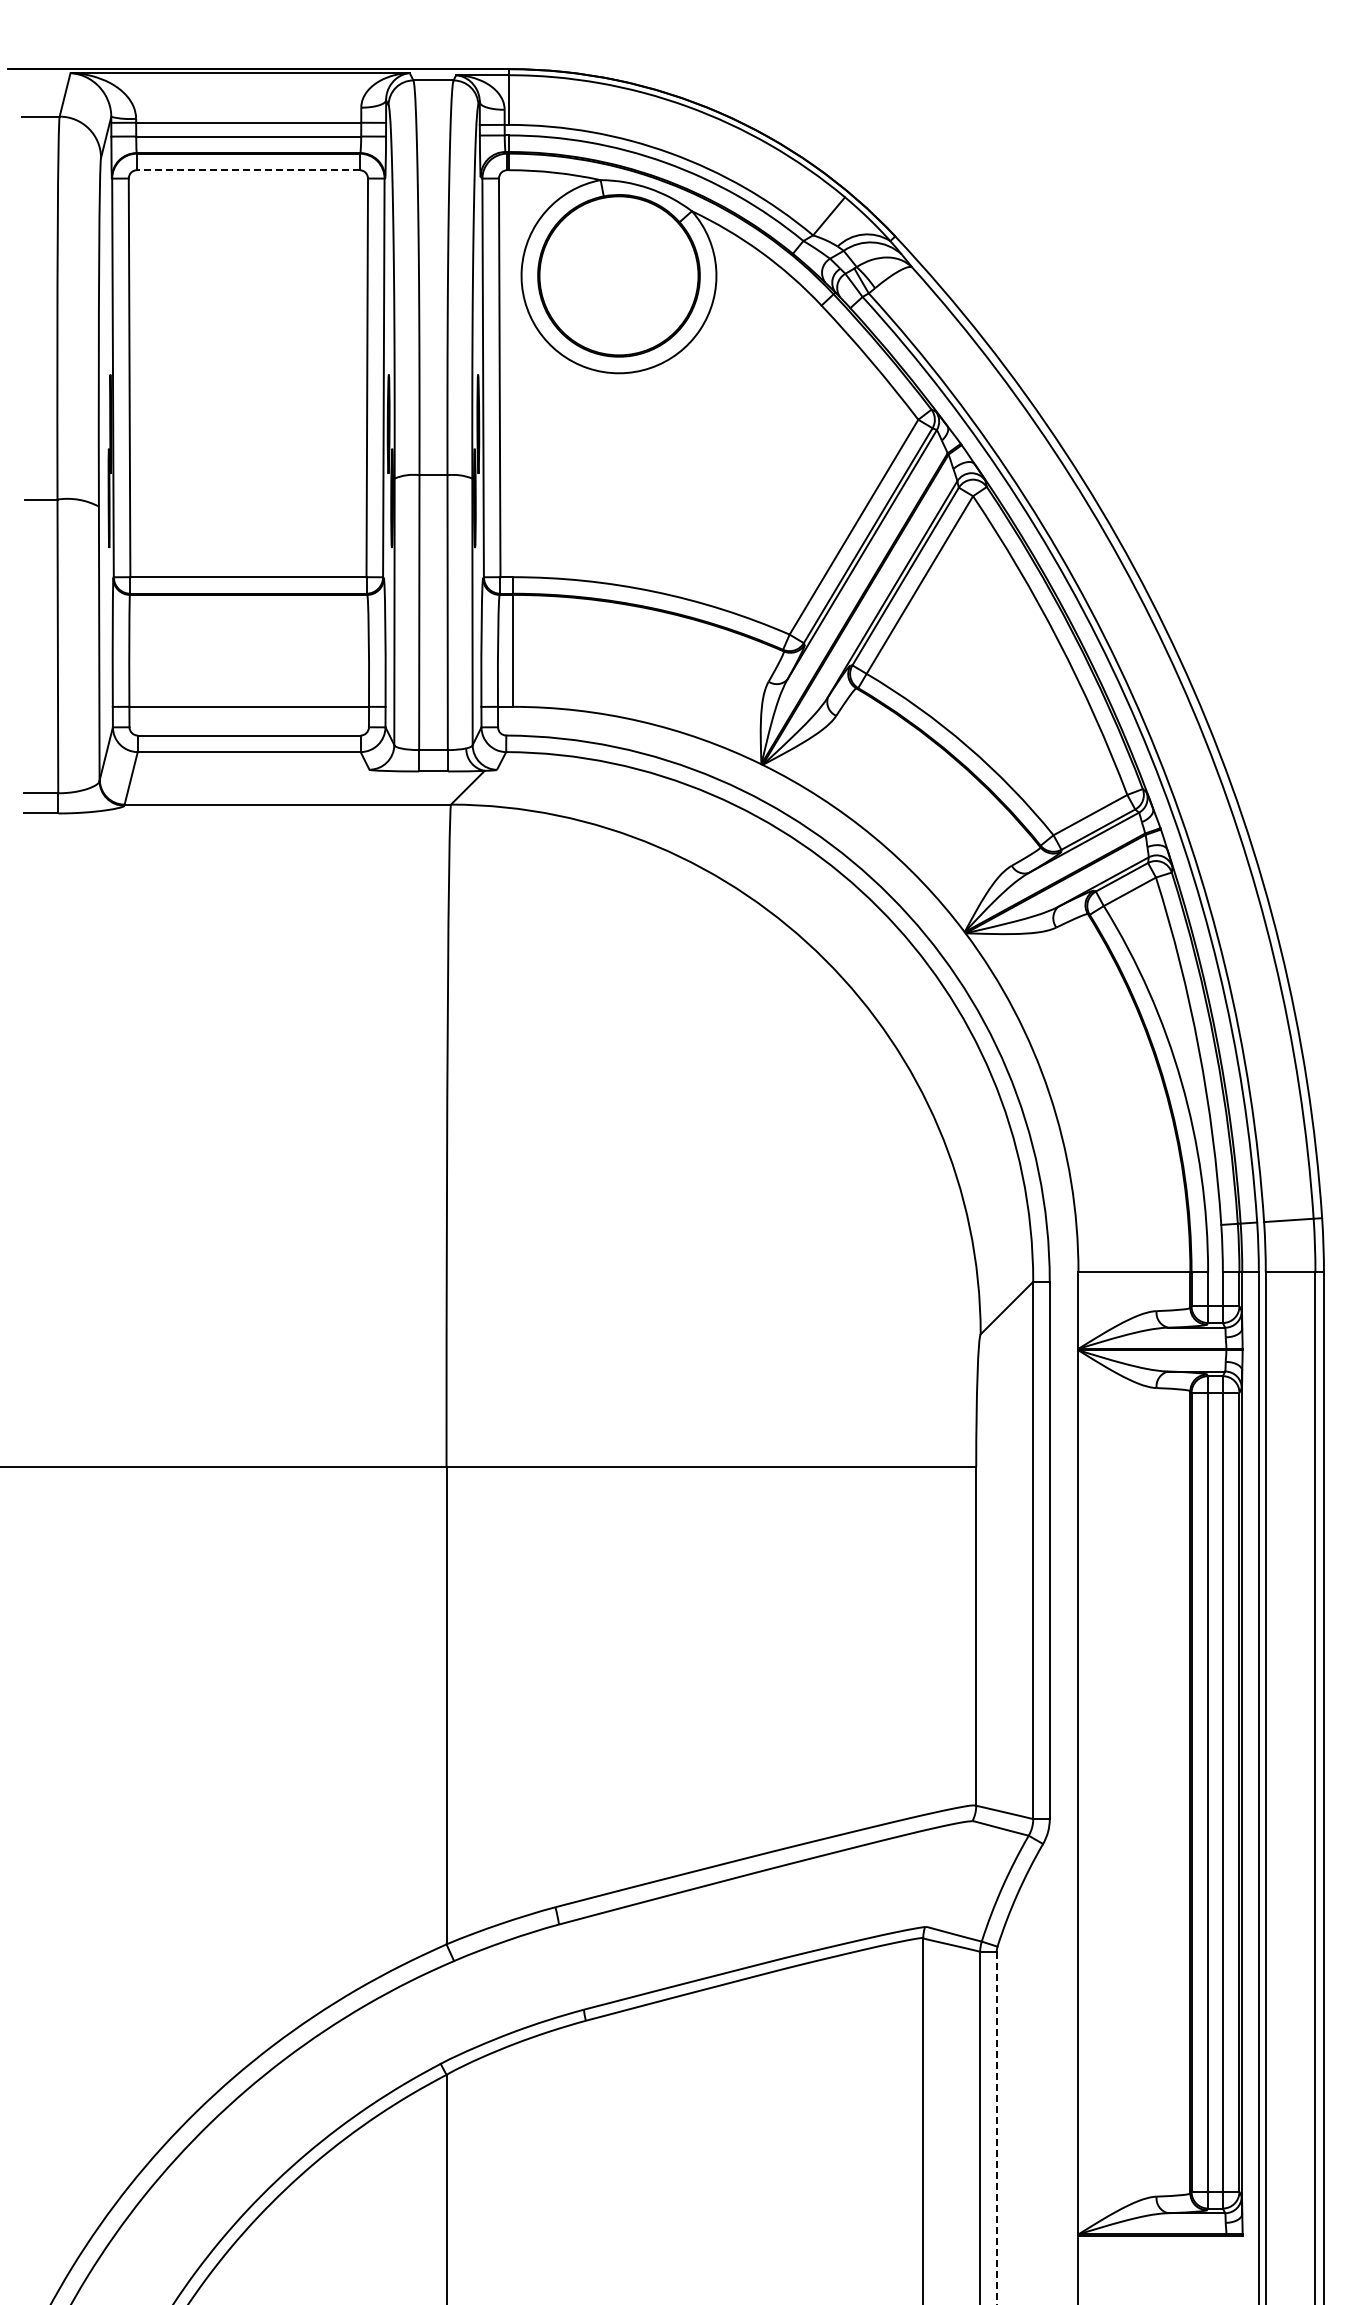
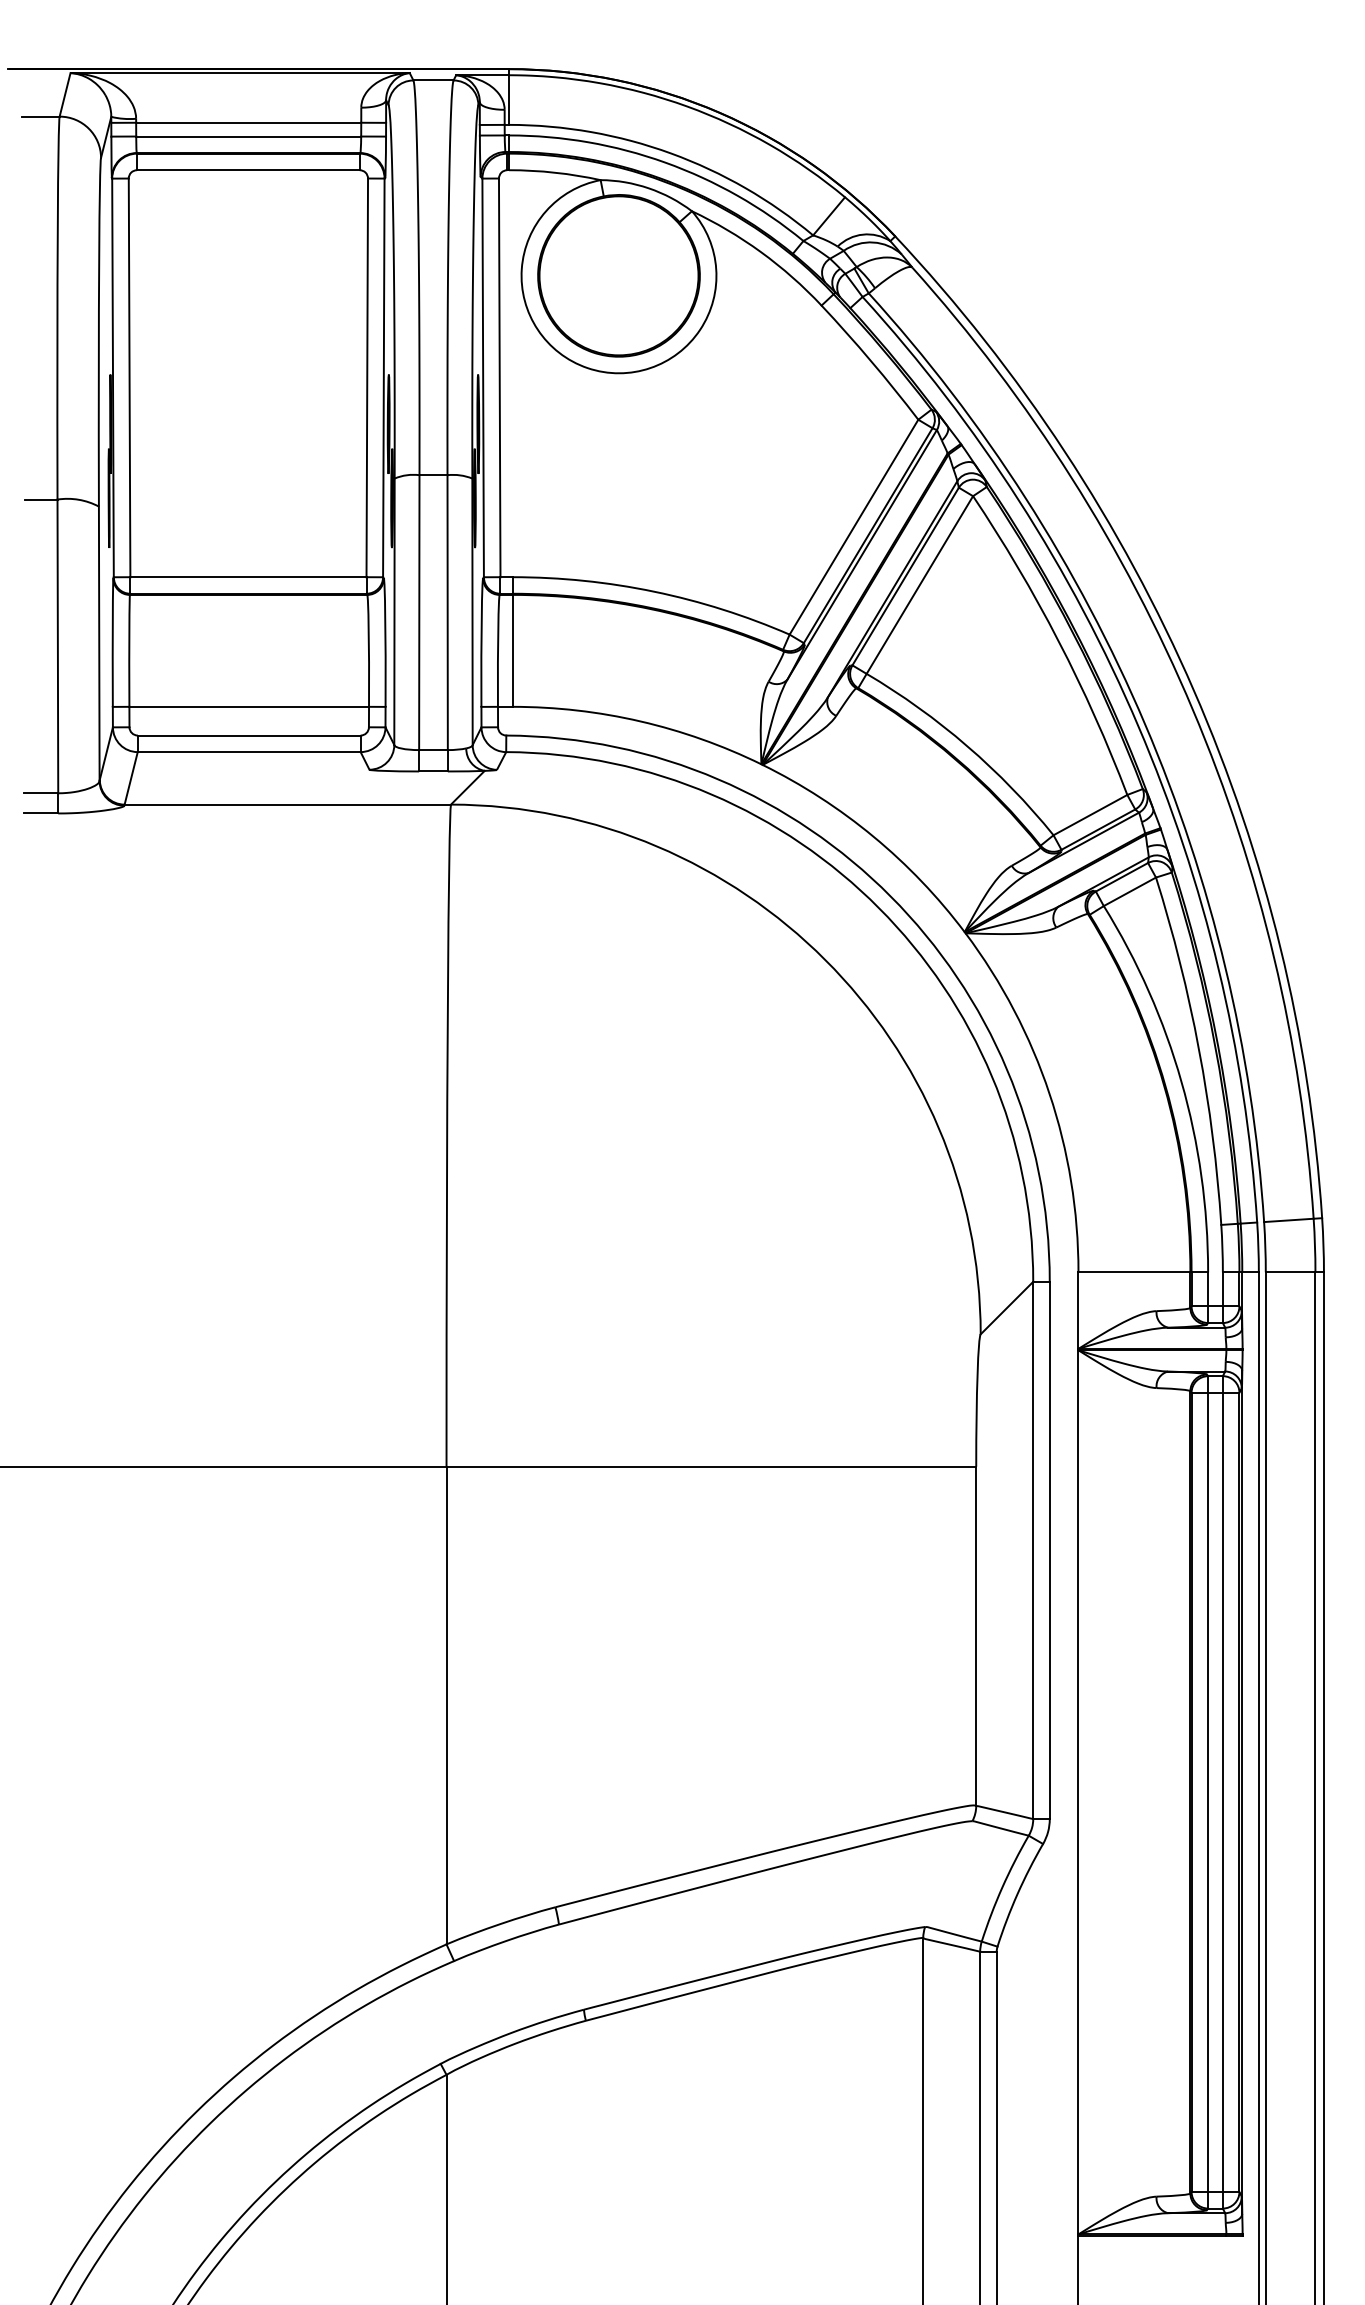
line at (247, 170): dashed -> solid
line at (996, 2128): dashed -> solid
